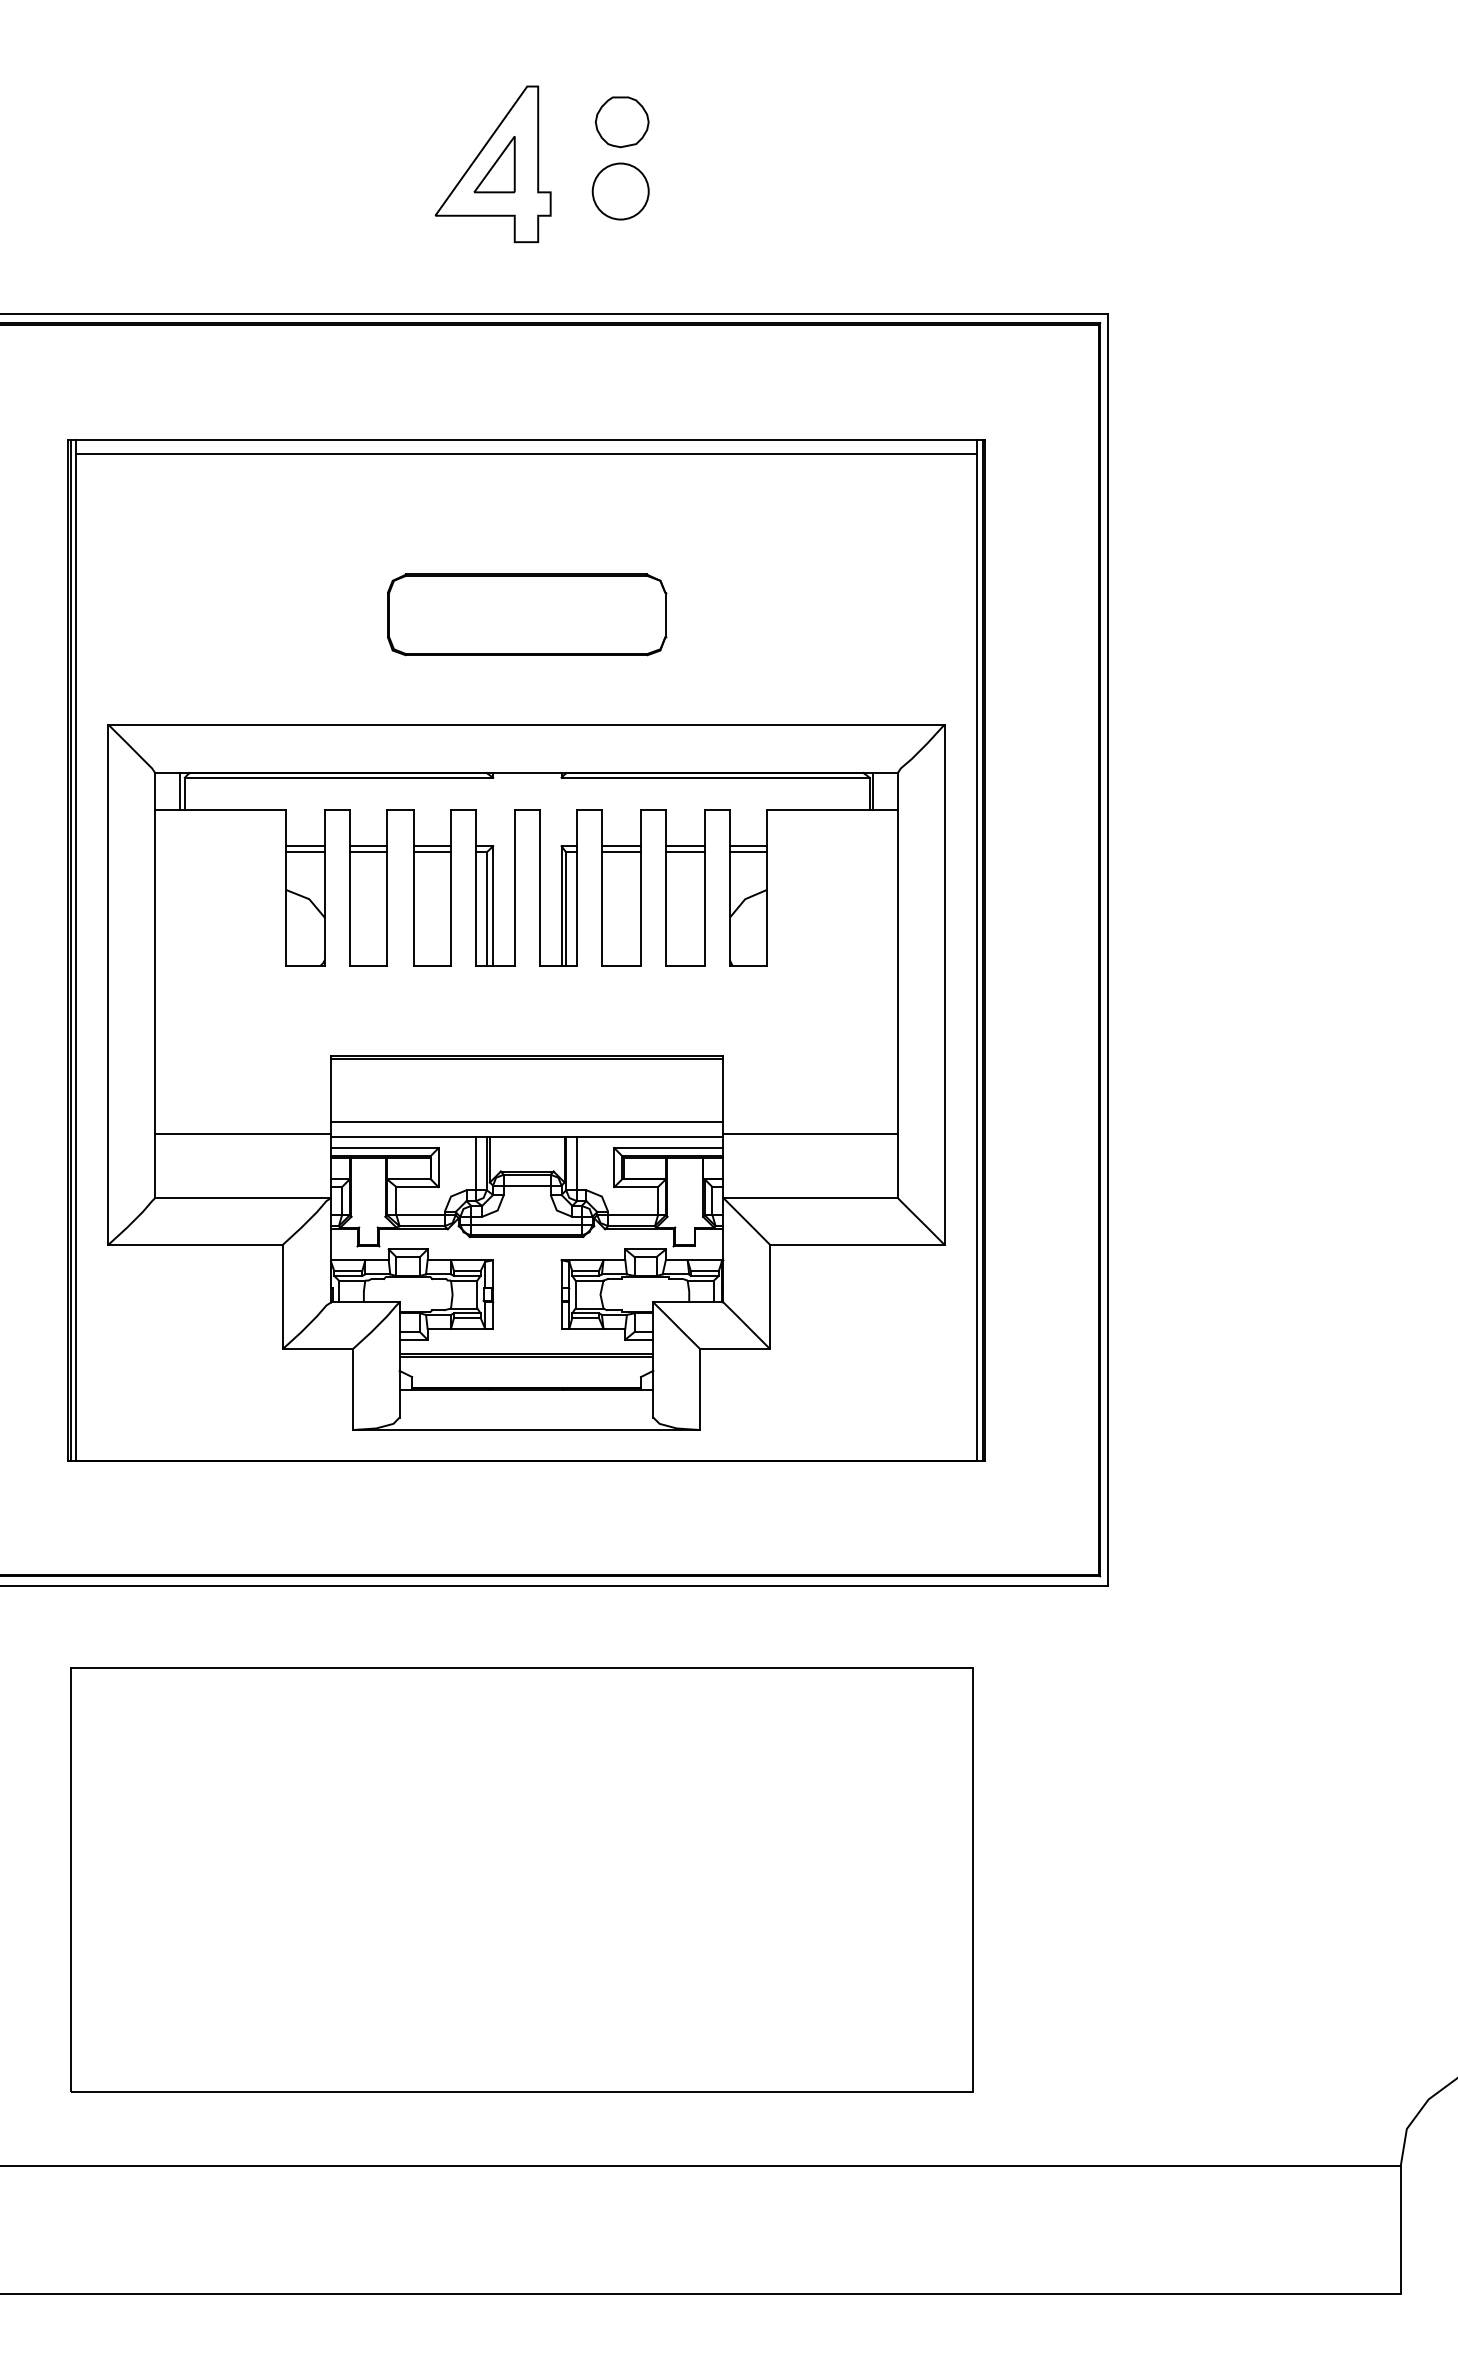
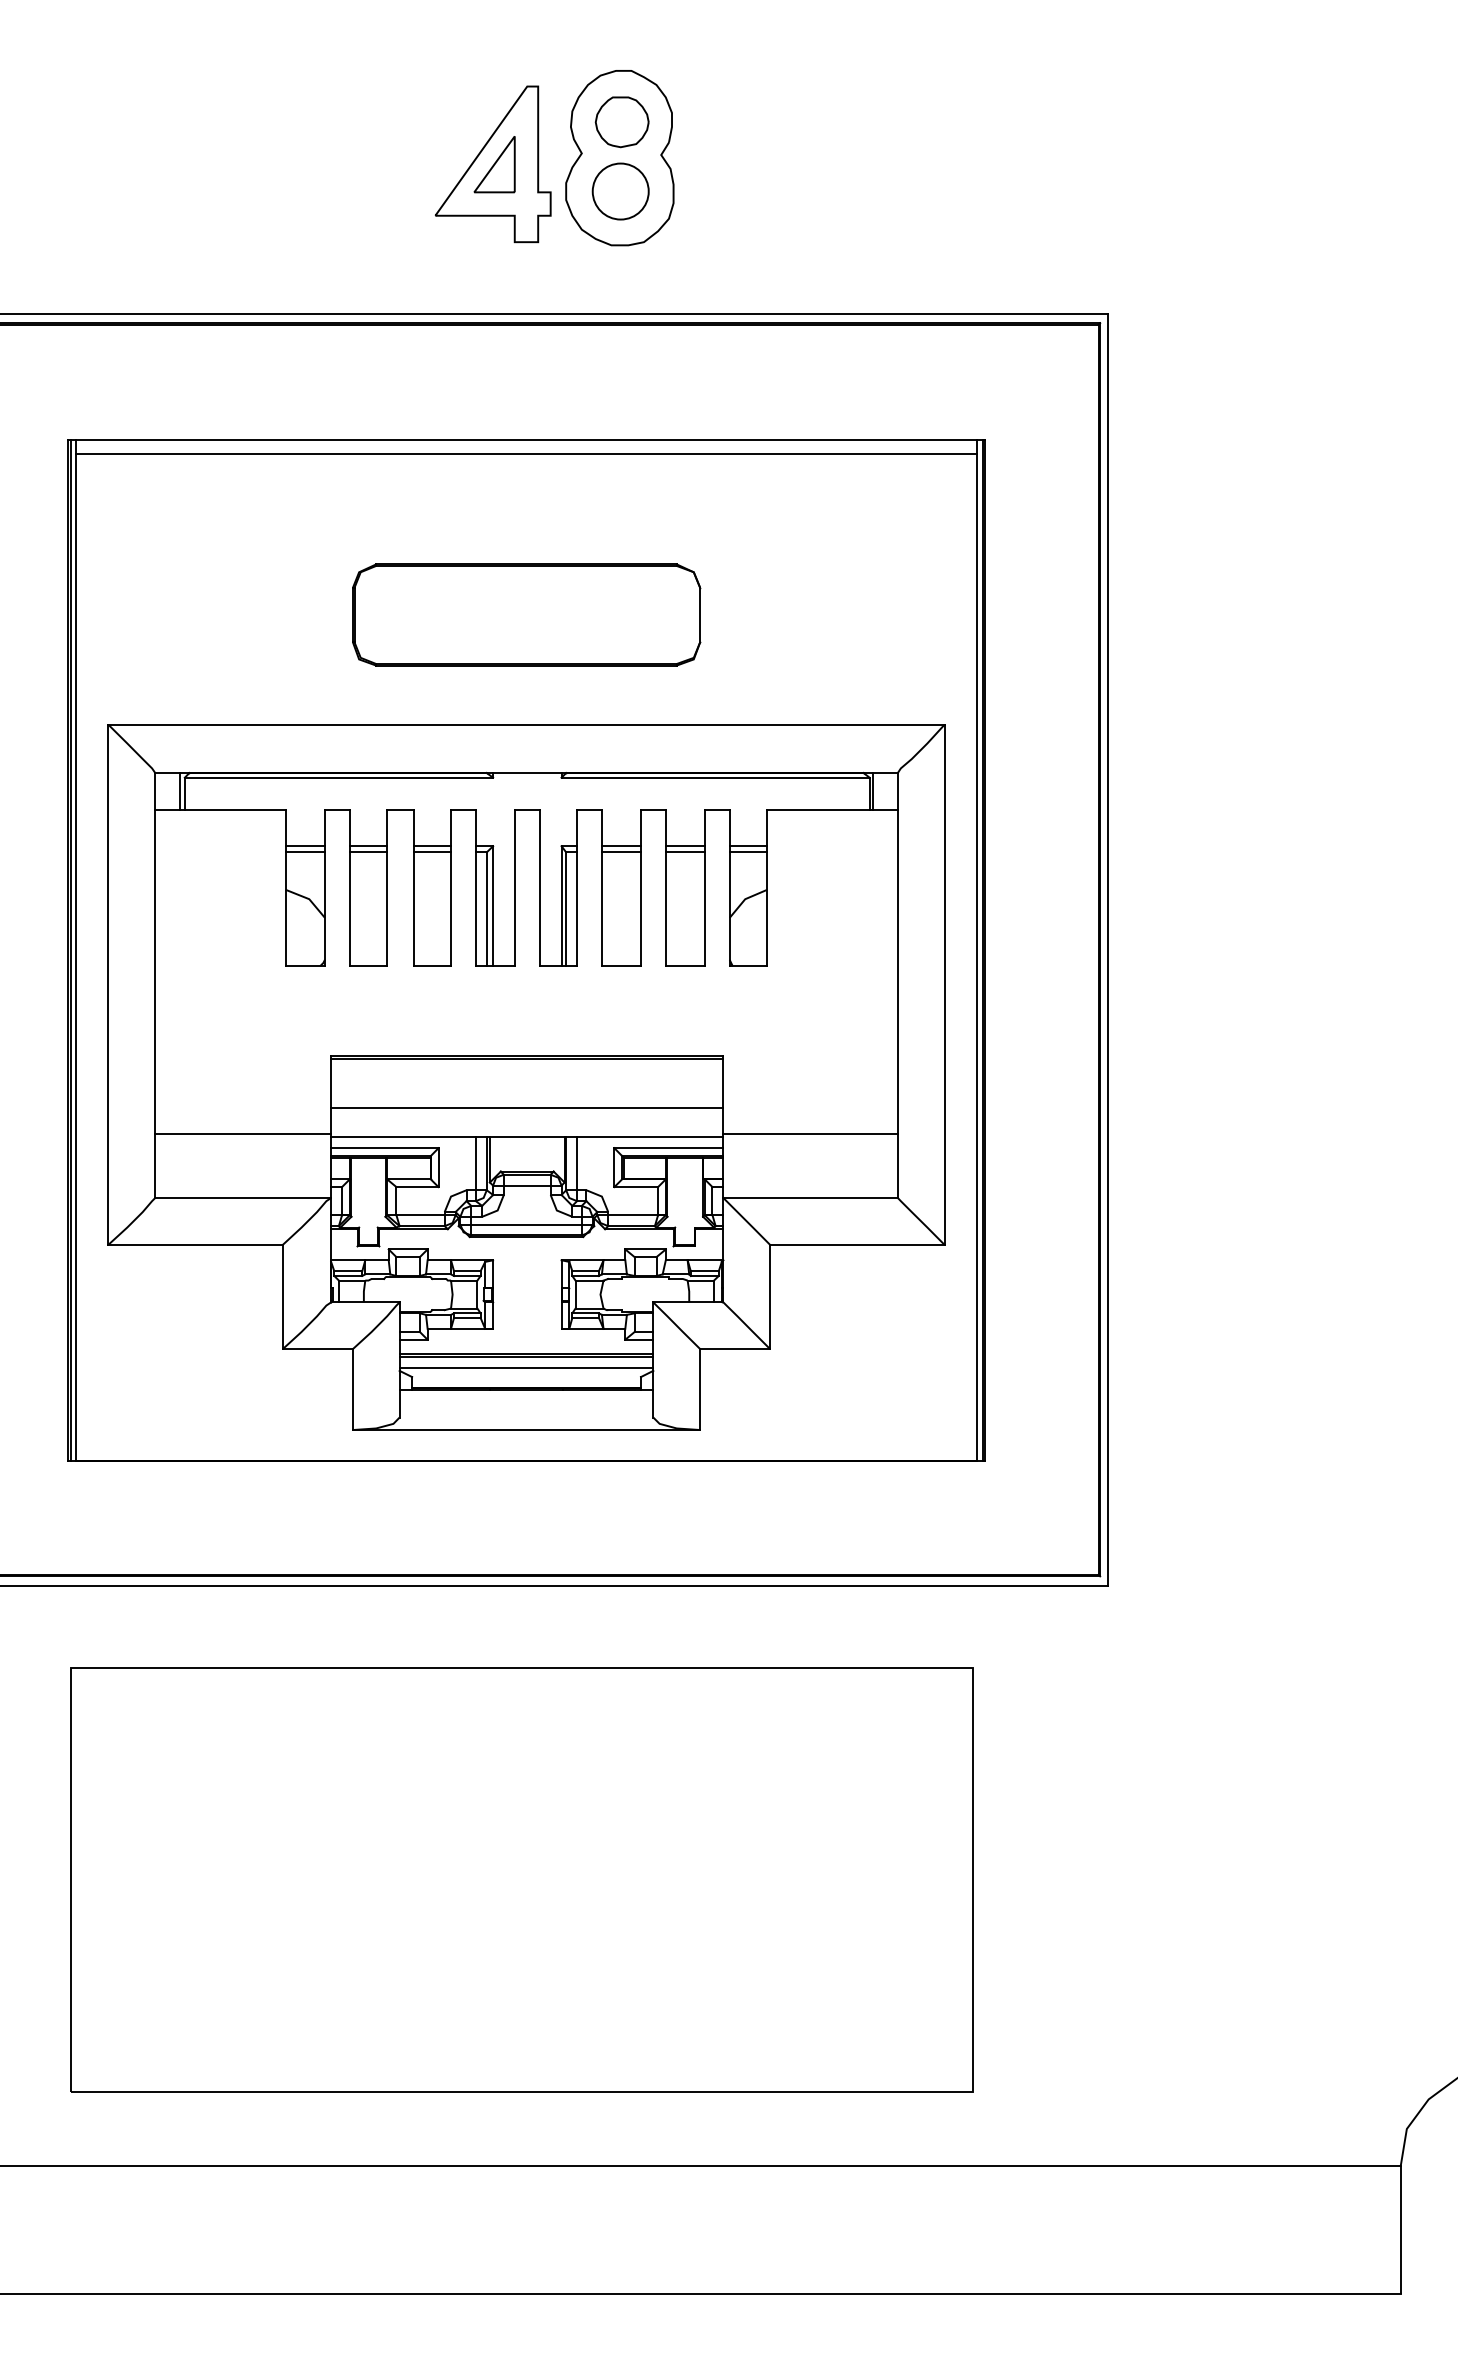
part at (619, 158): none -> present
part at (527, 614) size: 281x84 px -> 350x104 px
line at (527, 1121) position: (527, 1121) -> (527, 1107)
line at (526, 1367): none -> present
